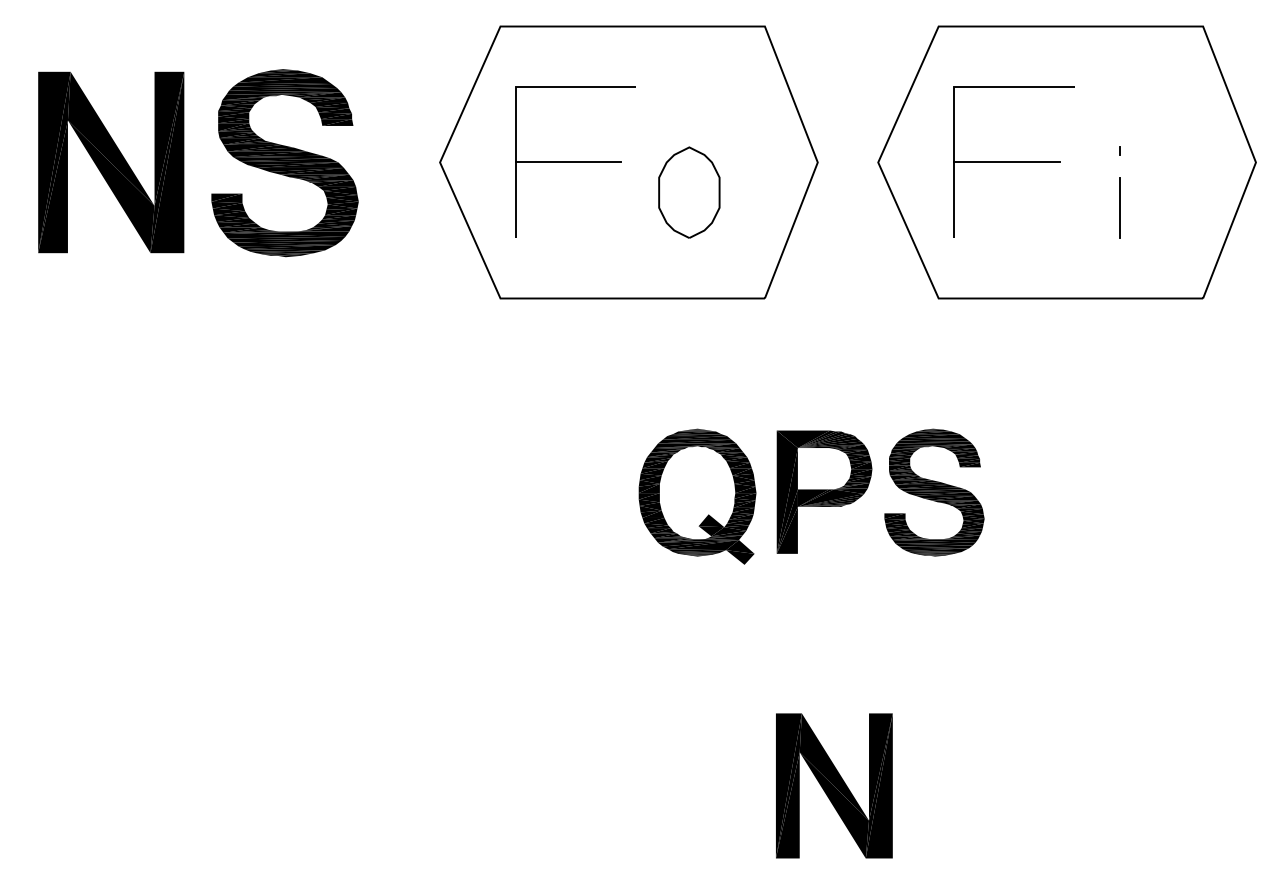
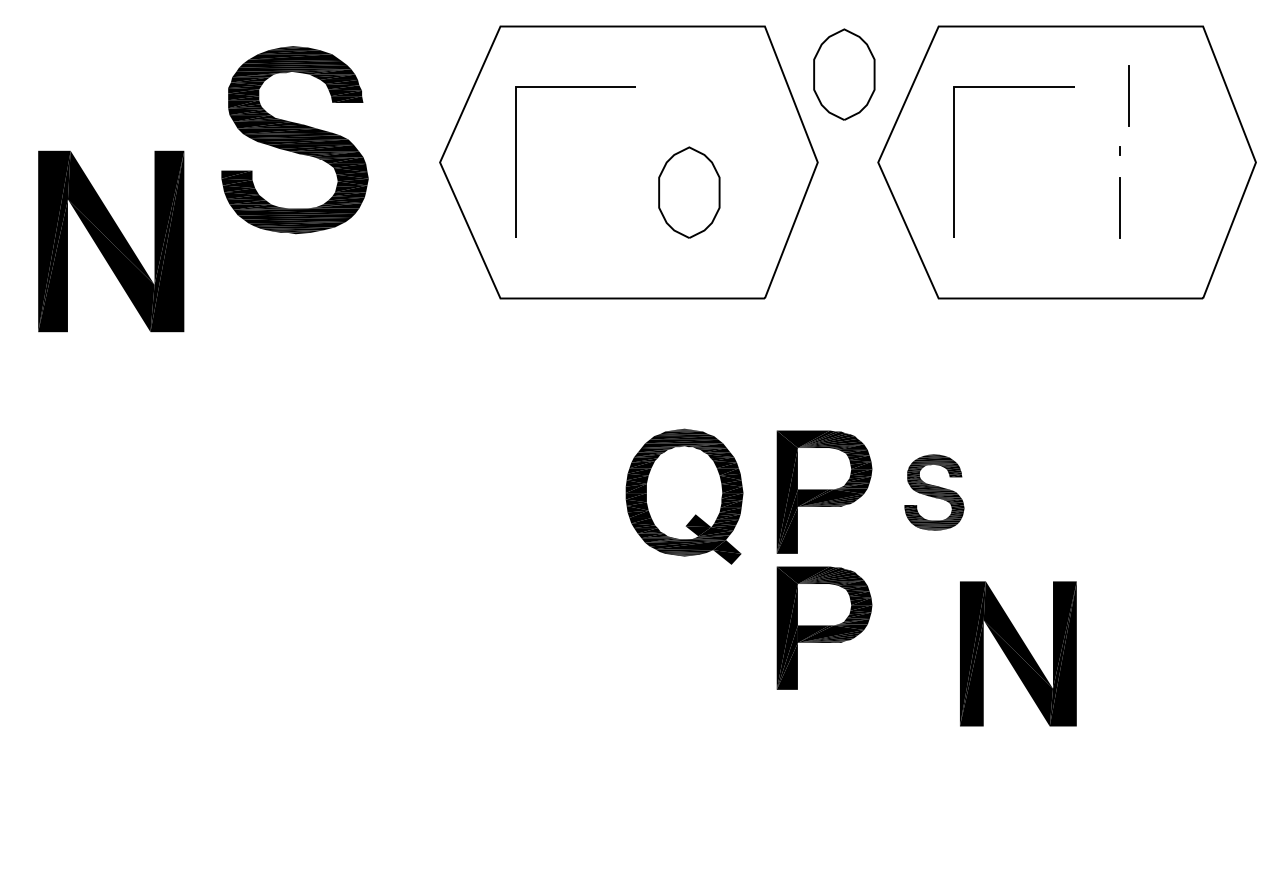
part at (844, 74): none -> present
line at (1128, 95): none -> present
part at (111, 162) position: (111, 162) -> (111, 241)
line at (568, 162): present -> none
line at (1006, 162): present -> none
part at (284, 163) position: (284, 163) -> (294, 140)
part at (934, 492) size: 101x129 px -> 61x77 px
part at (697, 496) position: (697, 496) -> (684, 496)
part at (824, 627): none -> present
part at (834, 785) position: (834, 785) -> (1018, 653)
